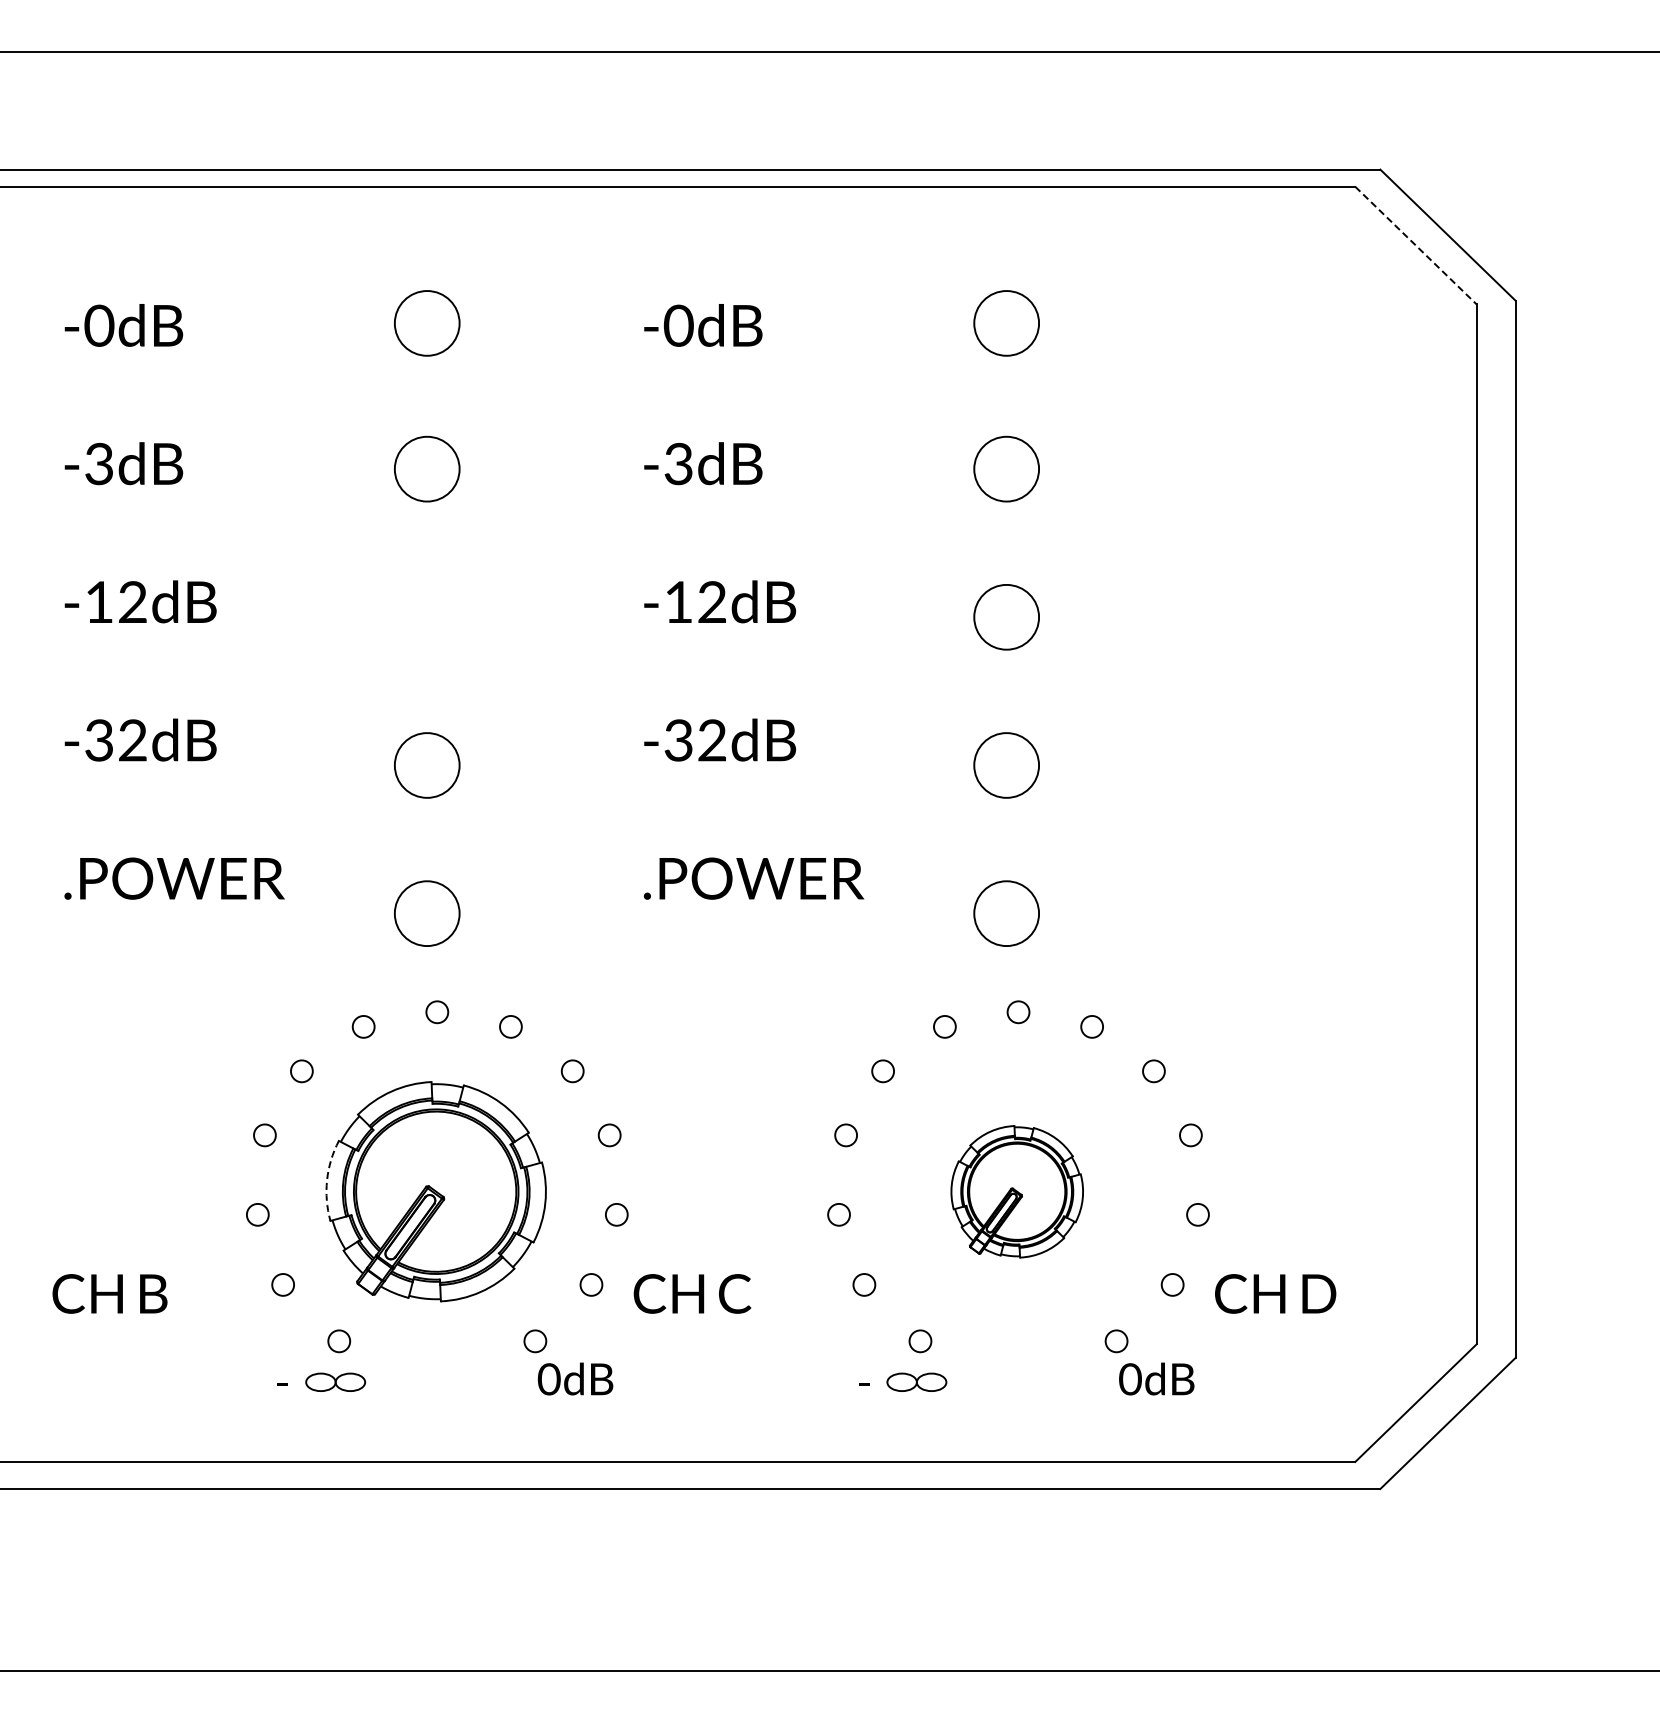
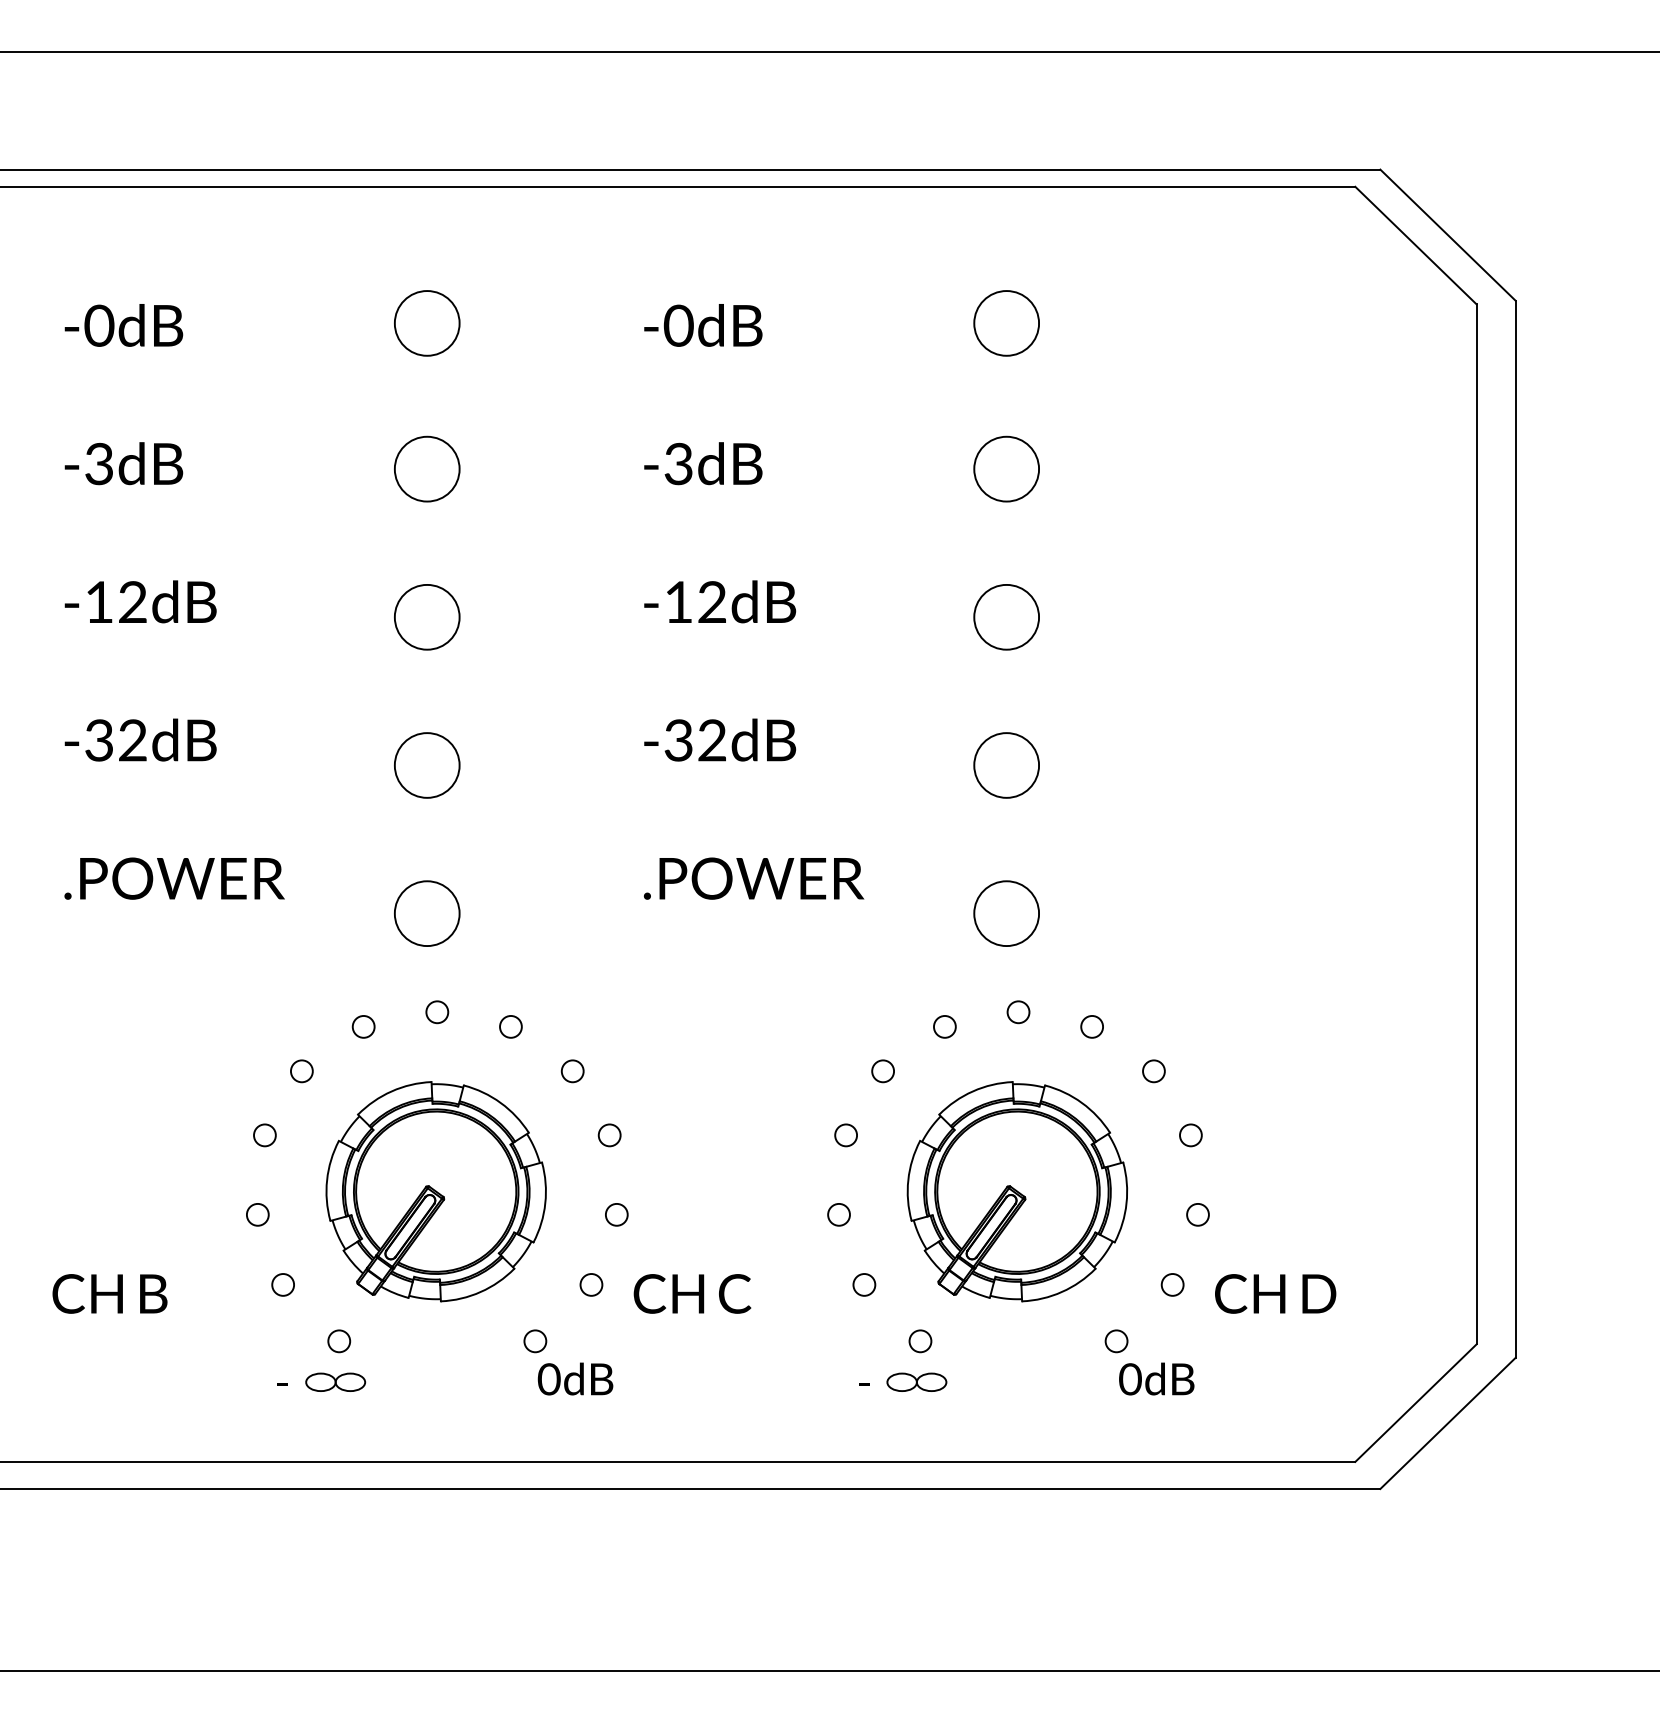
line at (1416, 245): dashed -> solid
circle at (427, 617): none -> present
arc at (327, 1180): dashed -> solid
part at (1016, 1191) size: 134x134 px -> 222x222 px
